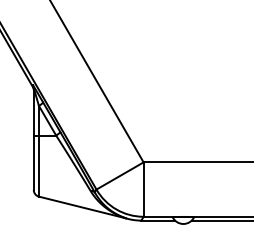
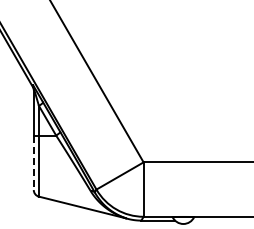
line at (33, 163): solid -> dashed
line at (220, 220): present -> none
